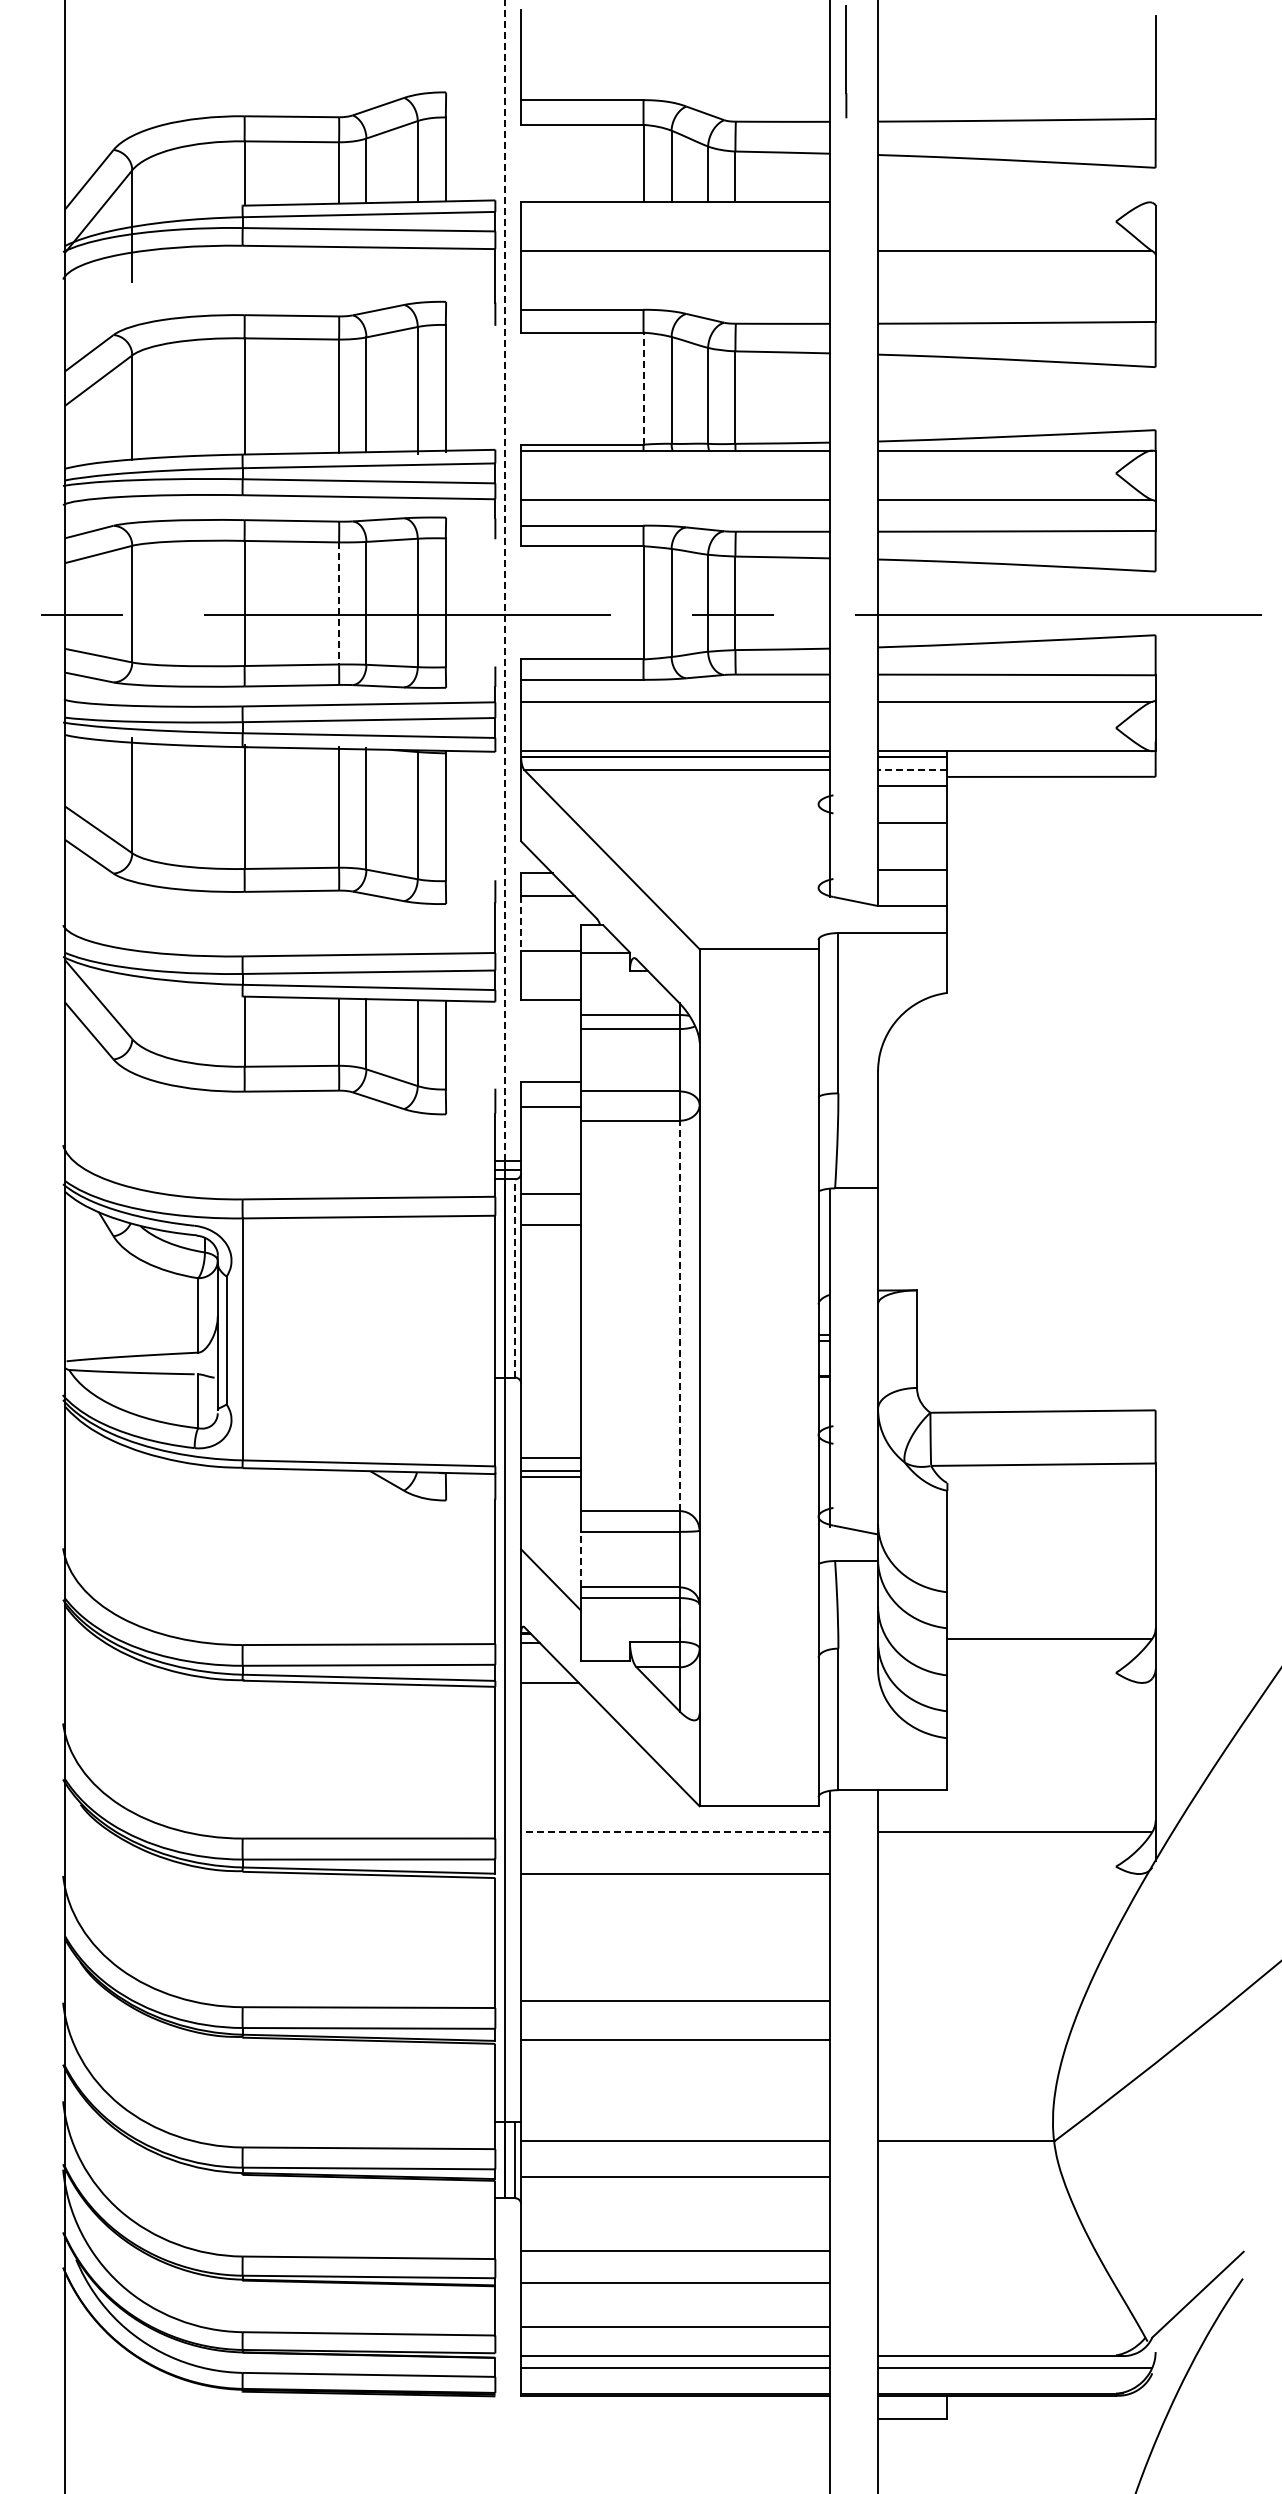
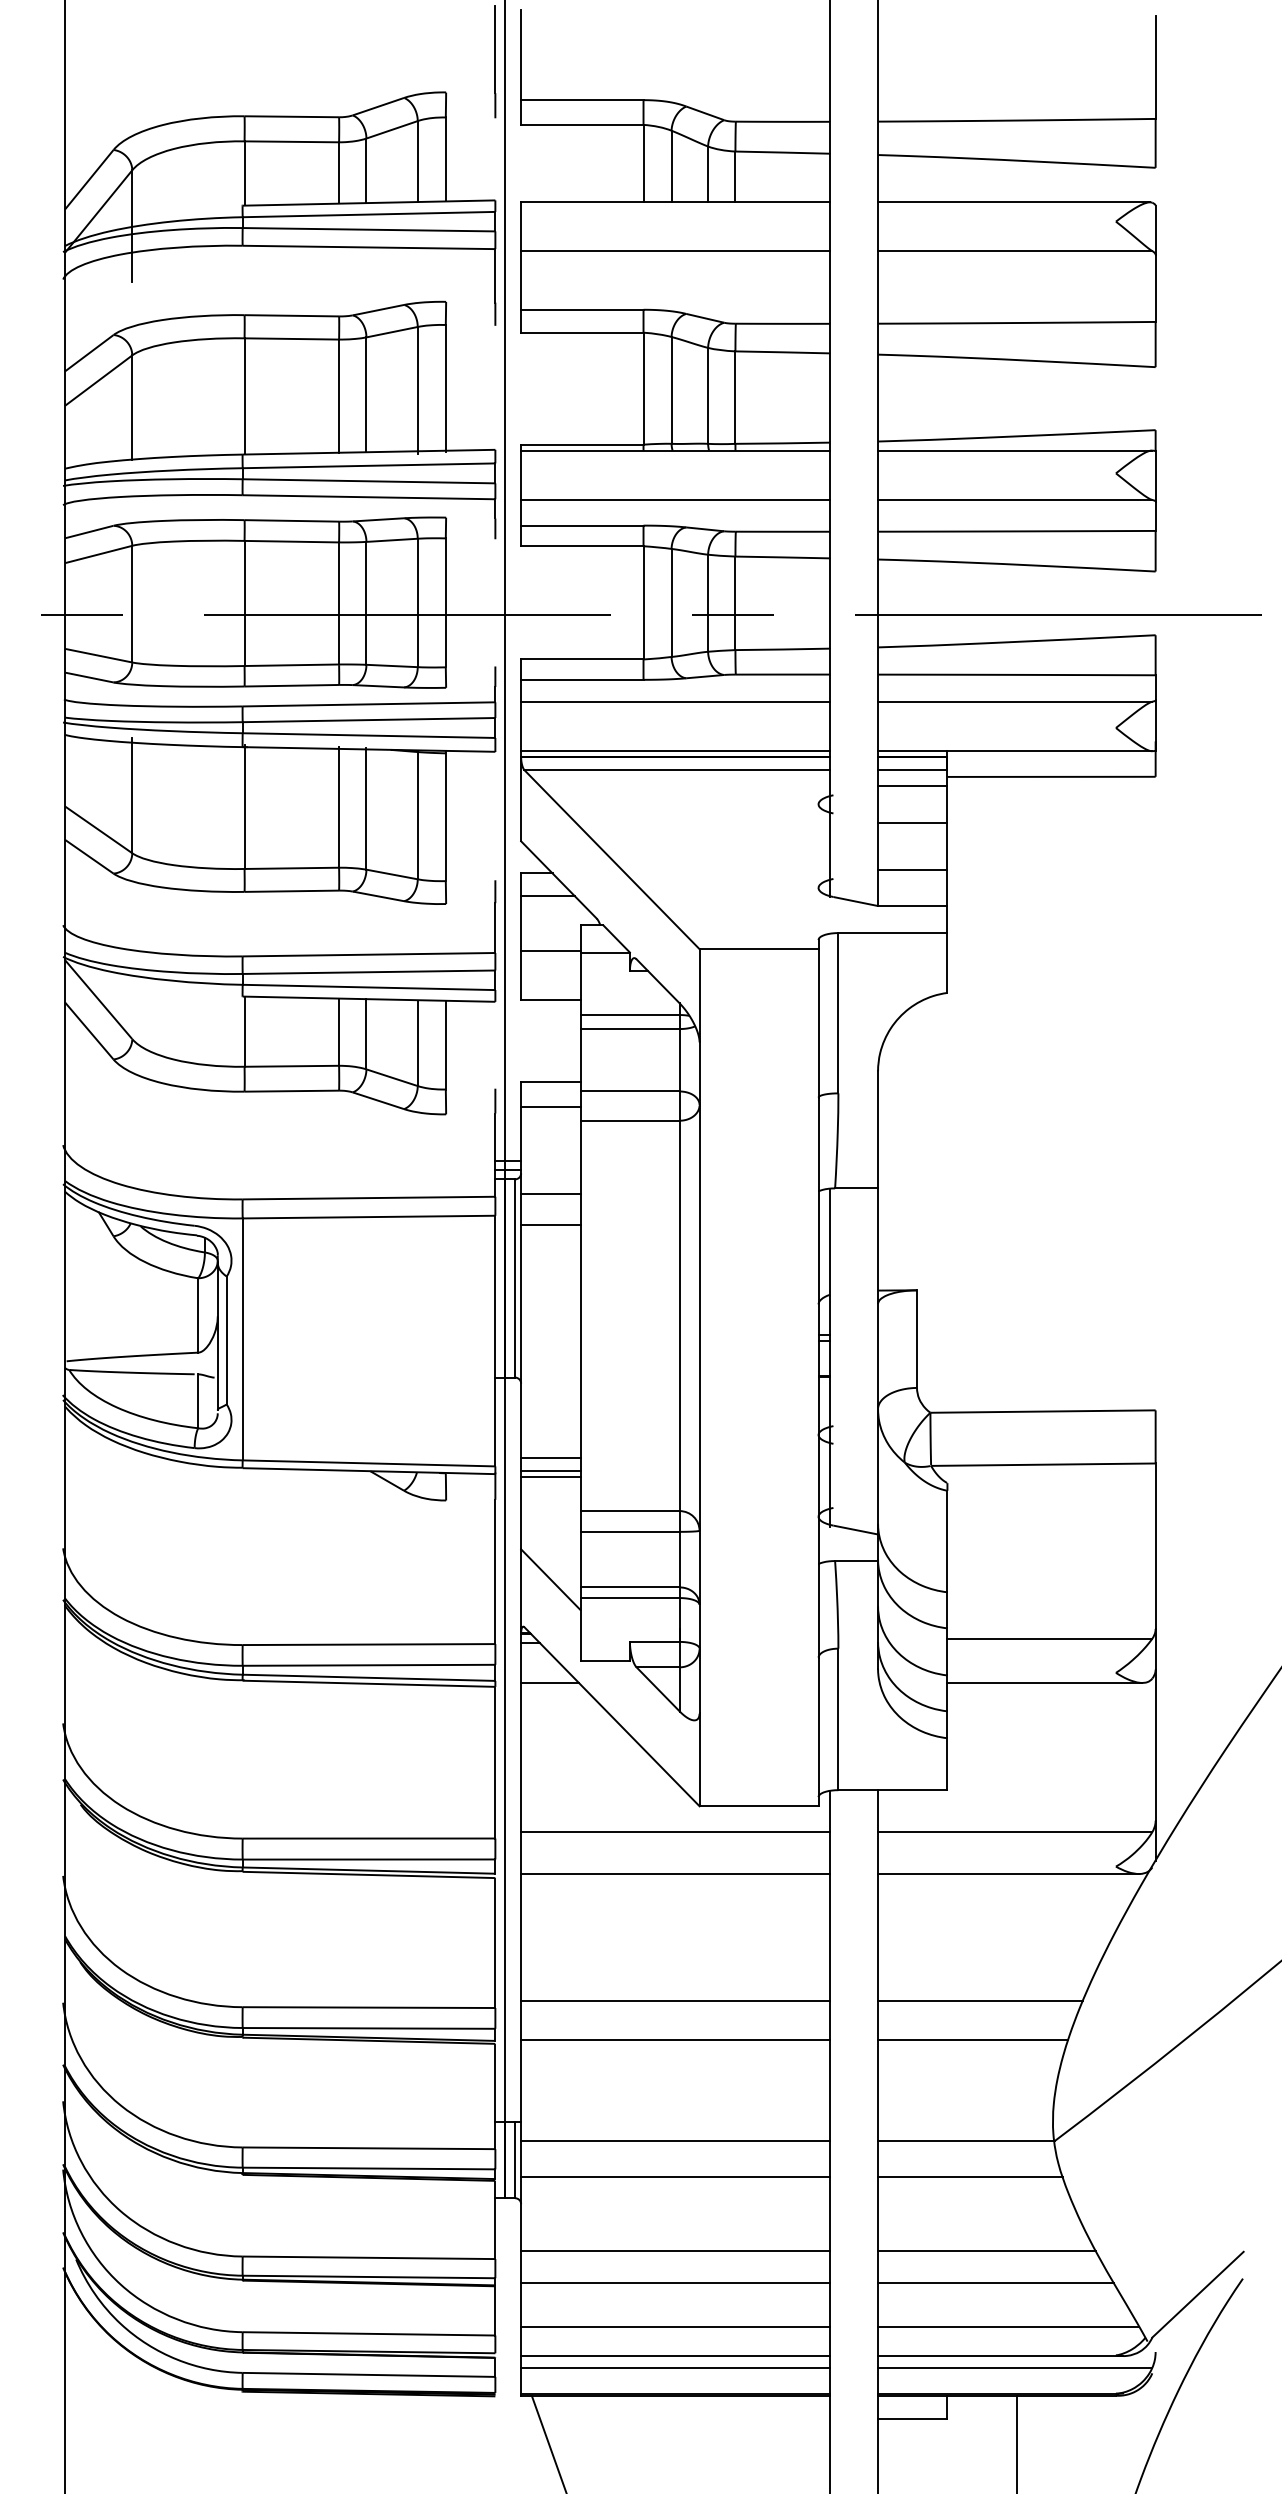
line at (846, 61) position: (846, 61) -> (495, 61)
line at (1013, 202): none -> present
line at (643, 388): dashed -> solid
line at (505, 580): dashed -> solid
line at (339, 603): dashed -> solid
line at (912, 770): dashed -> solid
line at (521, 923): dashed -> solid
line at (515, 1277): dashed -> solid
line at (679, 1315): dashed -> solid
line at (580, 1559): dashed -> solid
line at (1044, 1682): none -> present
line at (675, 1832): dashed -> solid
line at (1008, 1874): none -> present
line at (980, 2000): none -> present
line at (973, 2039): none -> present
line at (970, 2177): none -> present
line at (986, 2250): none -> present
line at (996, 2283): none -> present
line at (1008, 2326): none -> present
line at (548, 2442): none -> present
line at (1016, 2442): none -> present
